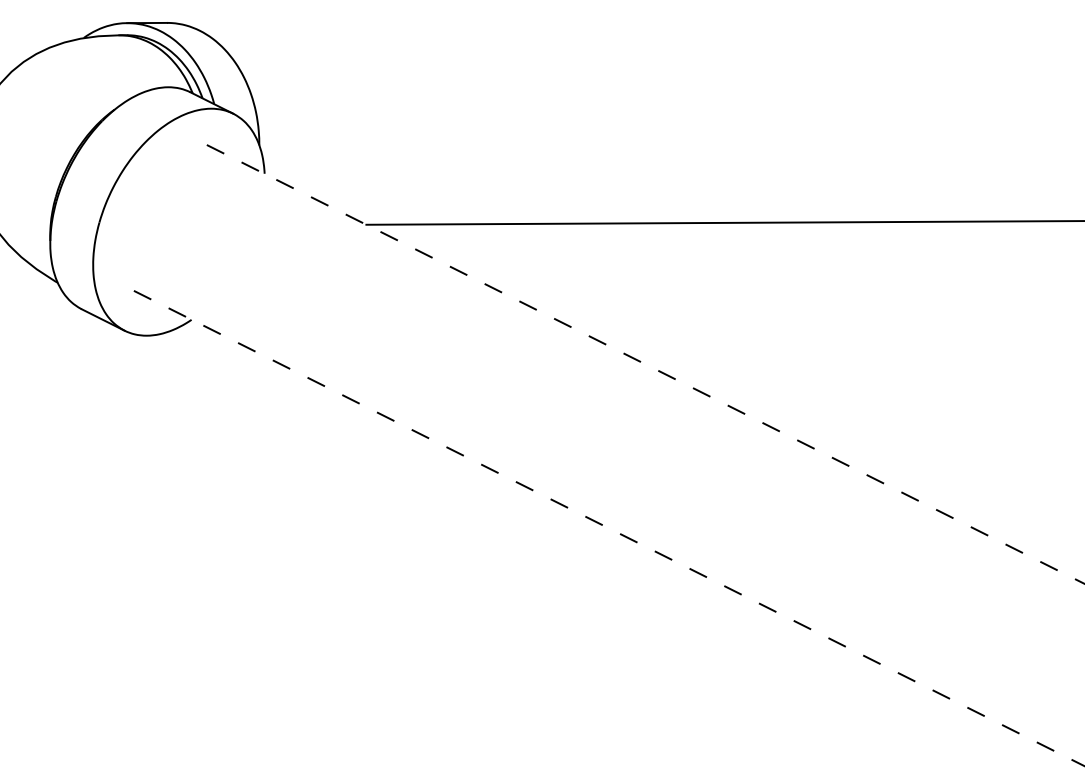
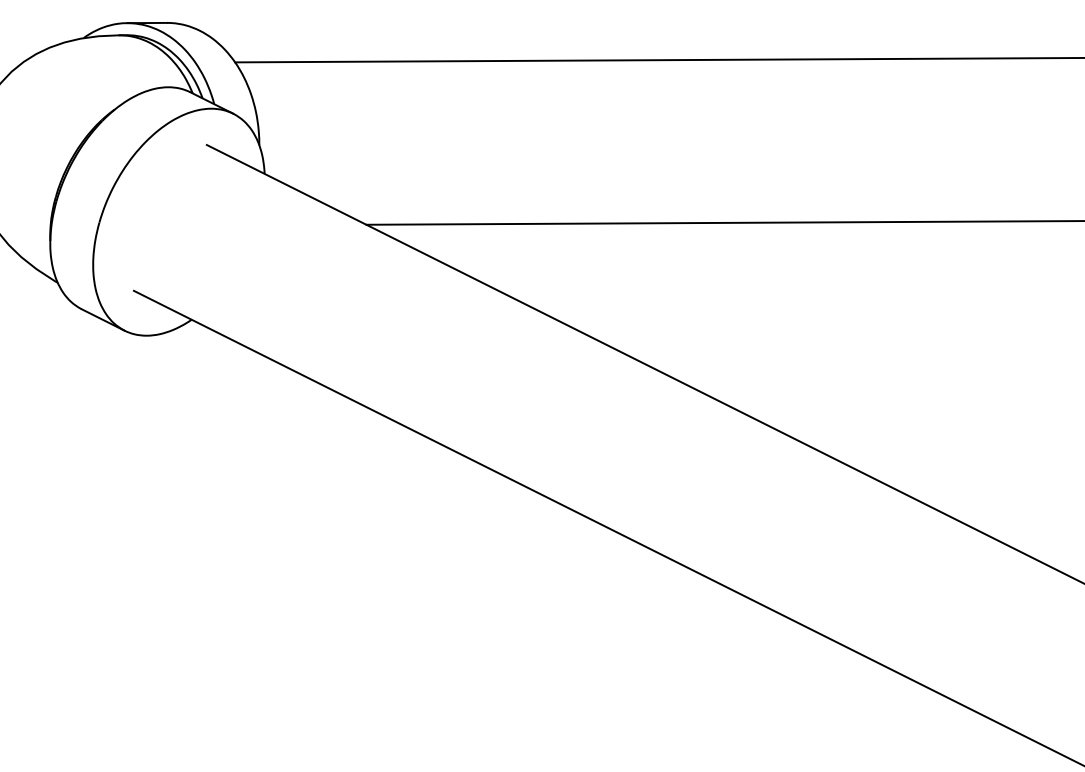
line at (658, 60): none -> present
line at (645, 364): dashed -> solid
line at (609, 528): dashed -> solid
